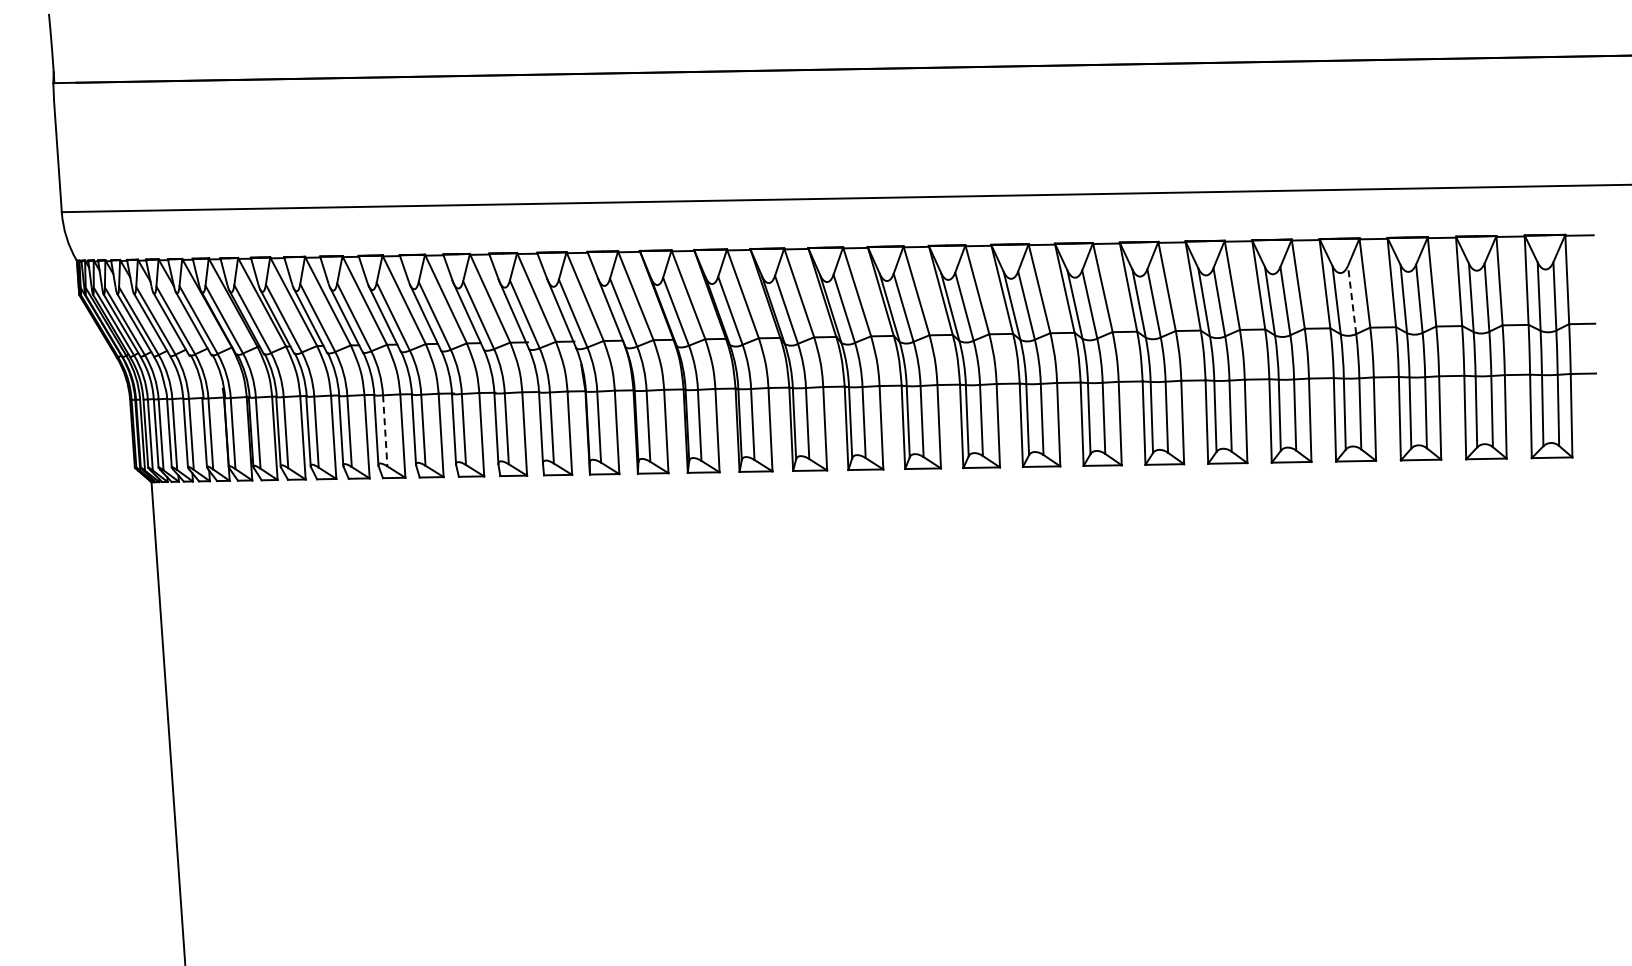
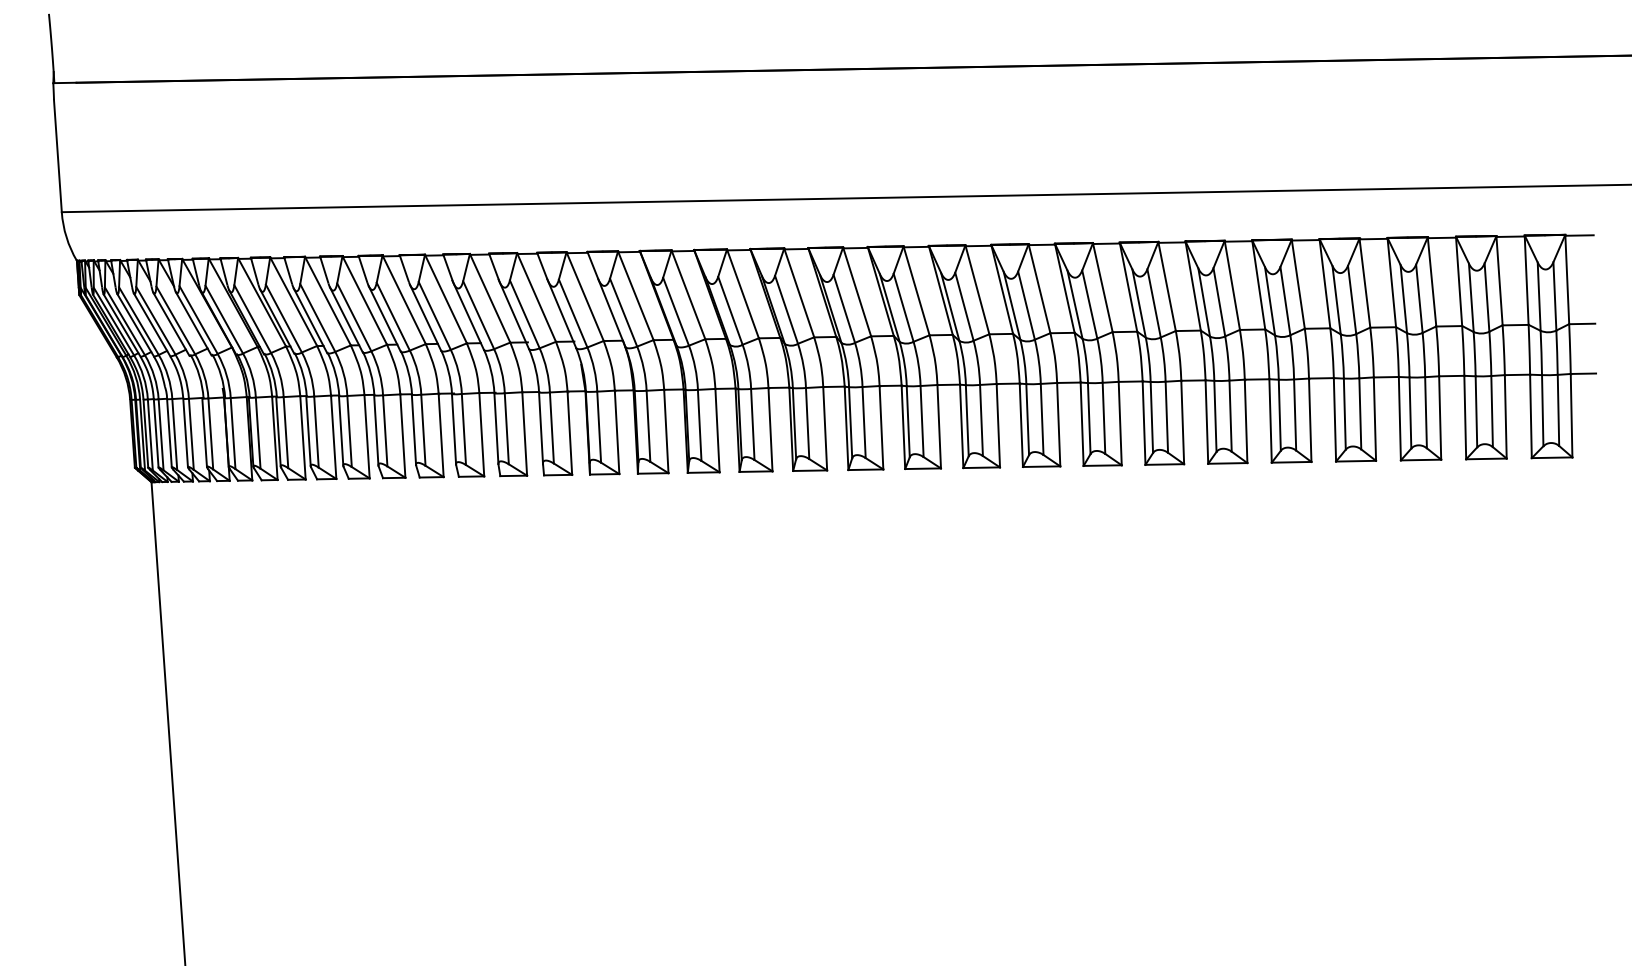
line at (1352, 299): dashed -> solid
line at (385, 430): dashed -> solid
